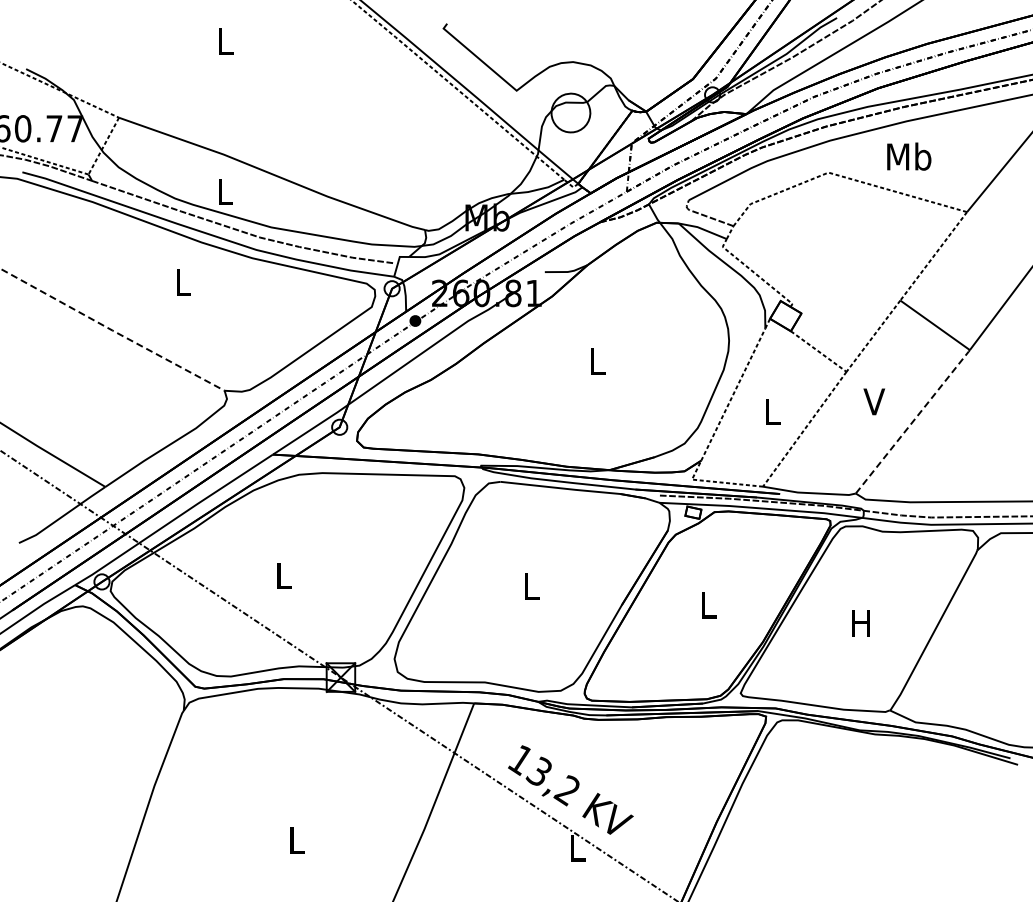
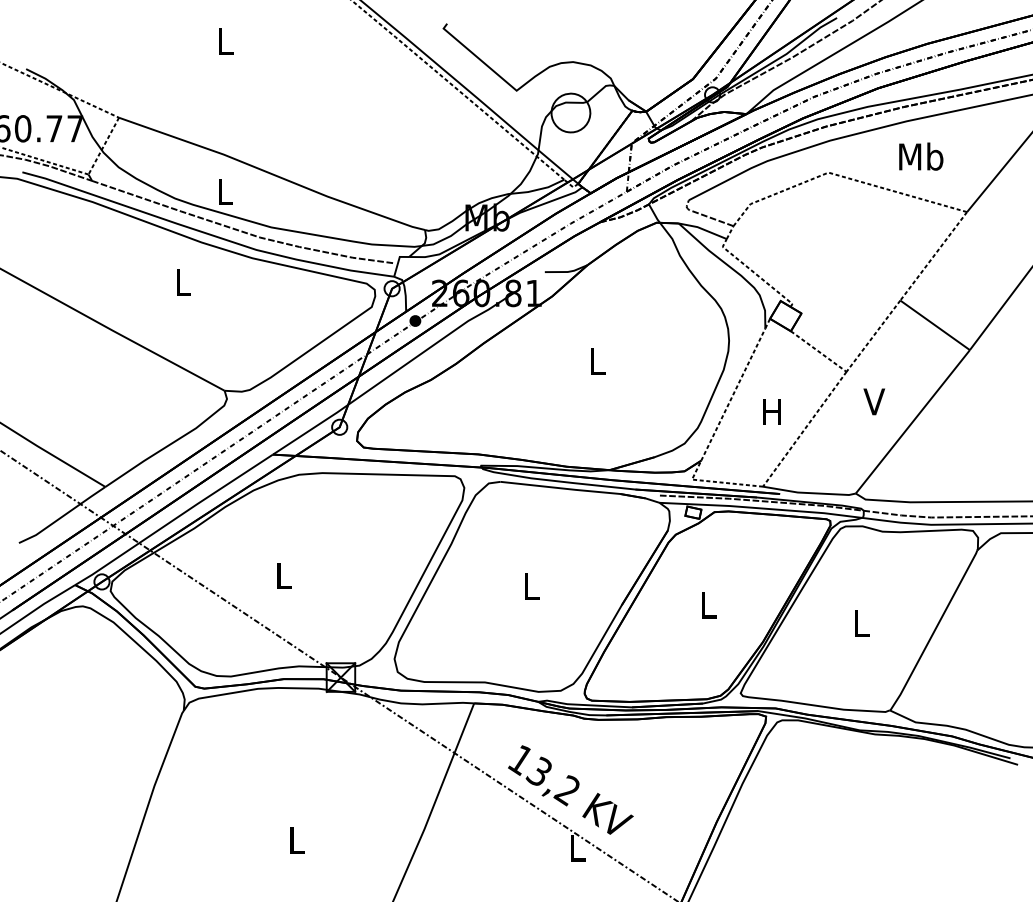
text at (909, 156) position: (909, 156) -> (921, 156)
line at (112, 330): dashed -> solid
text at (771, 411): L -> H
line at (913, 421): dashed -> solid
text at (860, 623): H -> L
